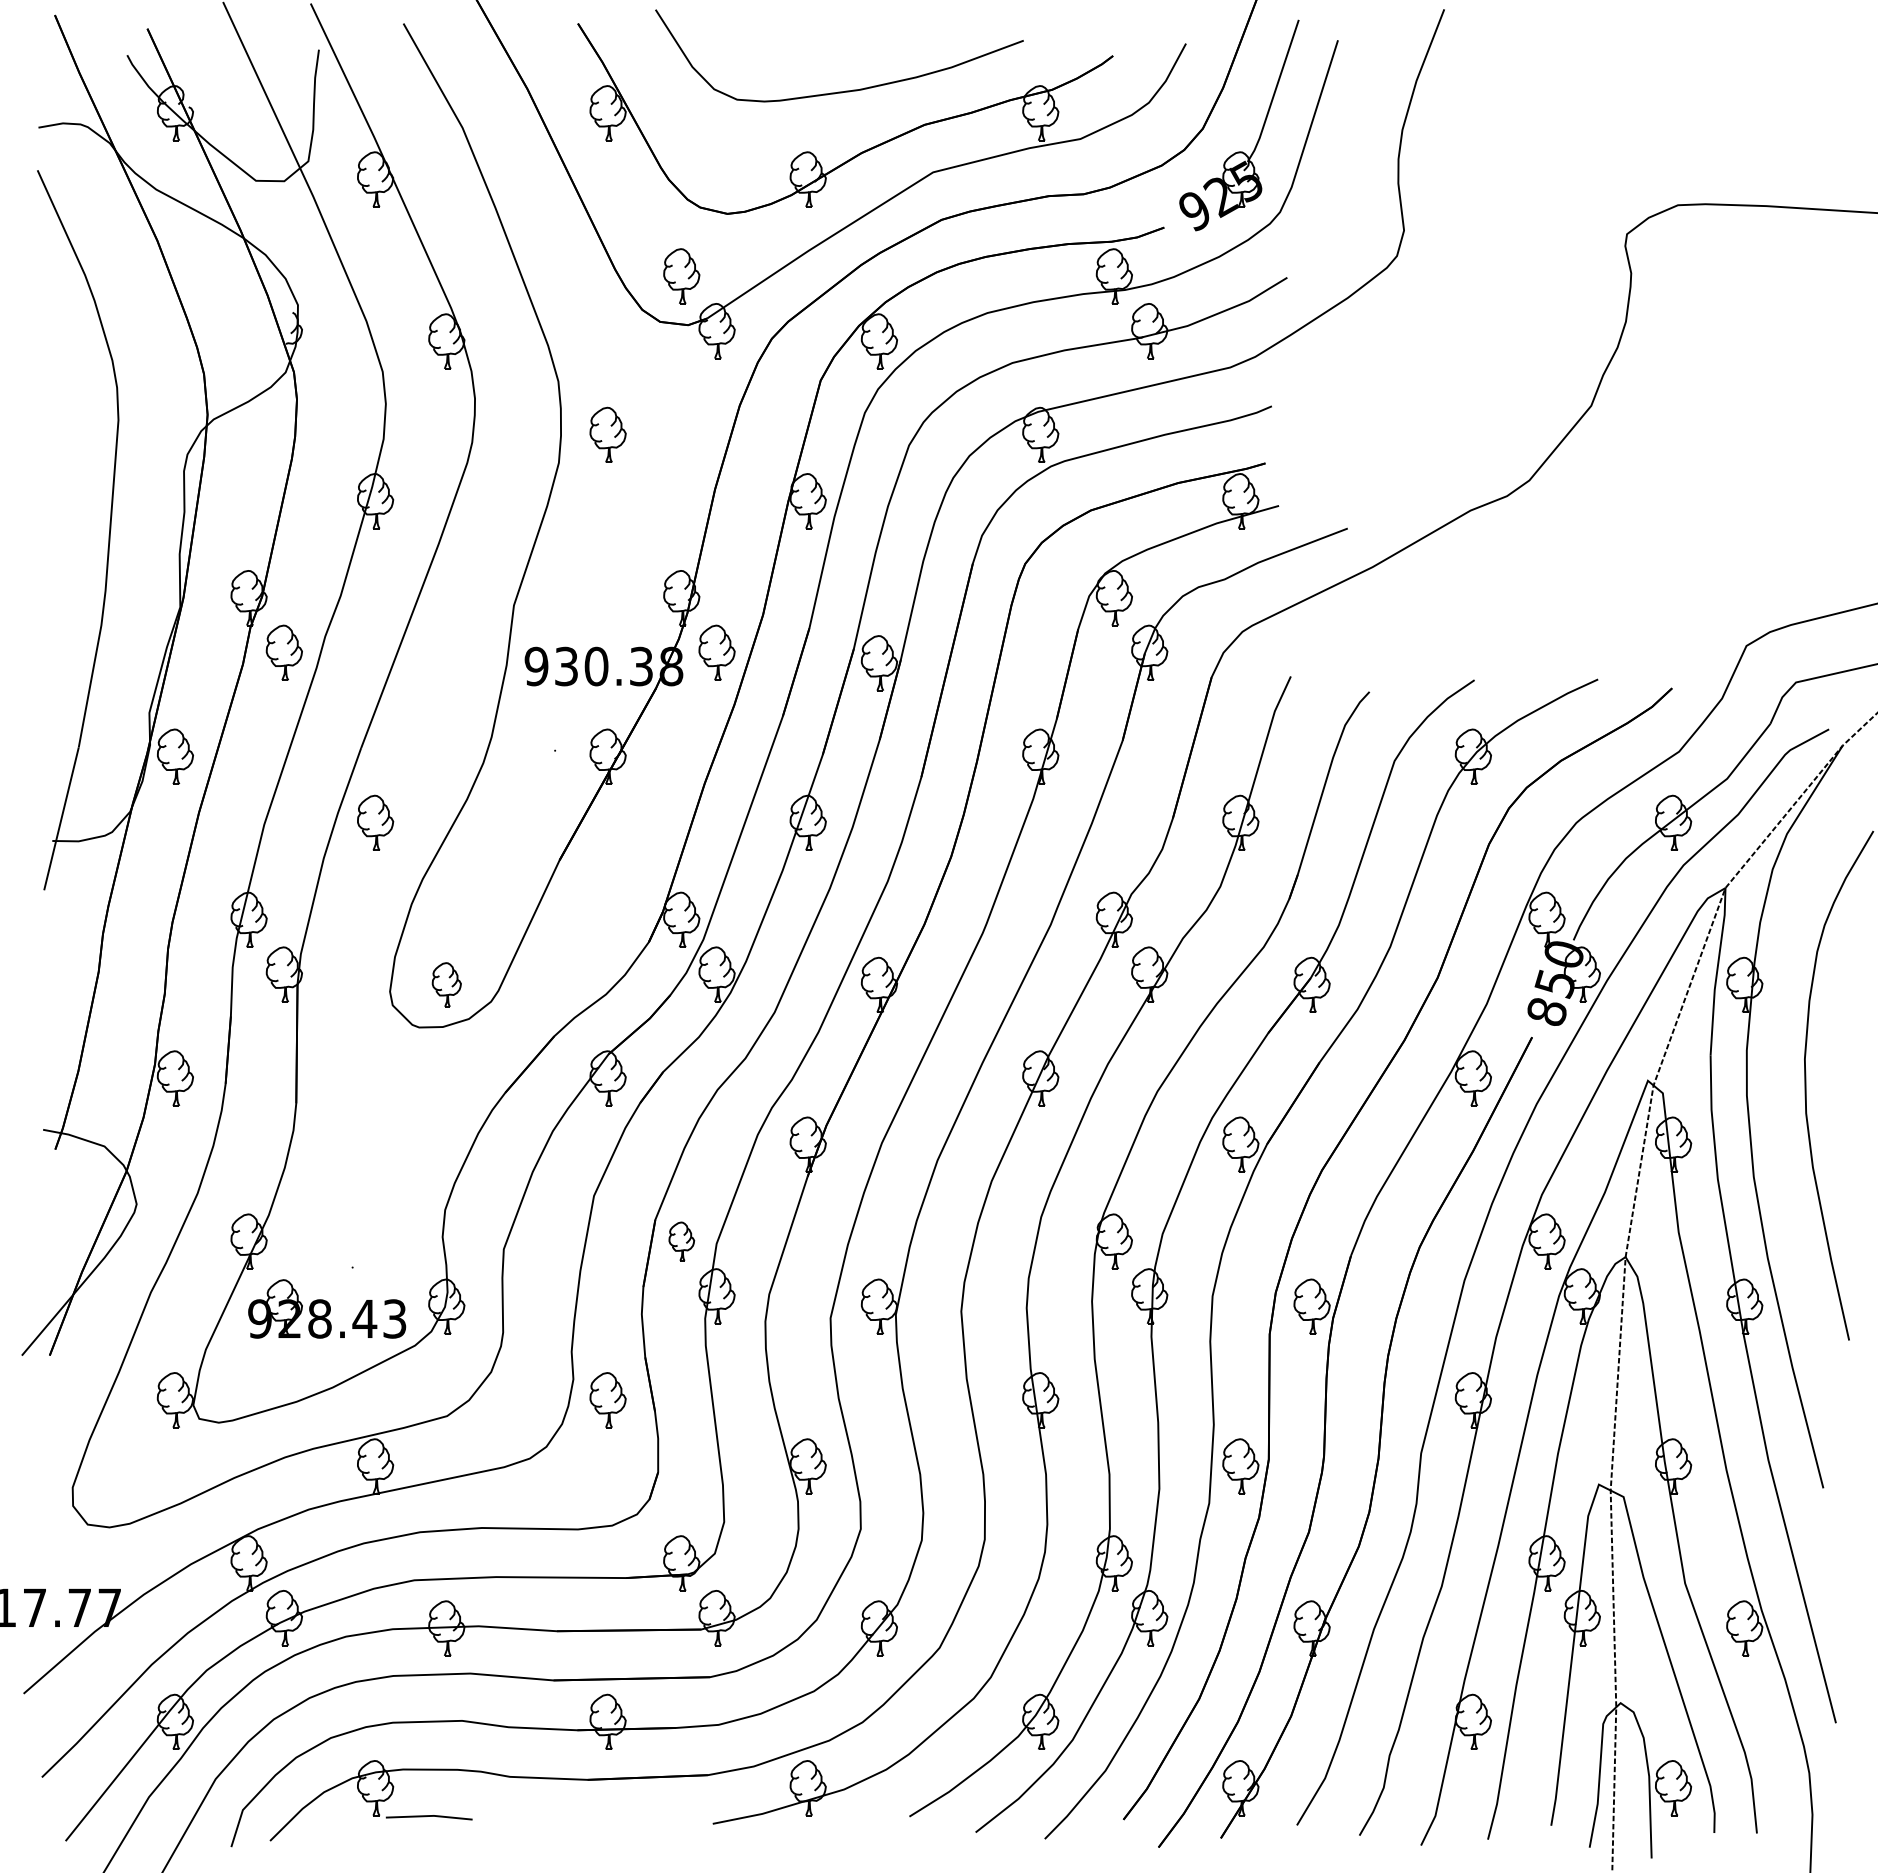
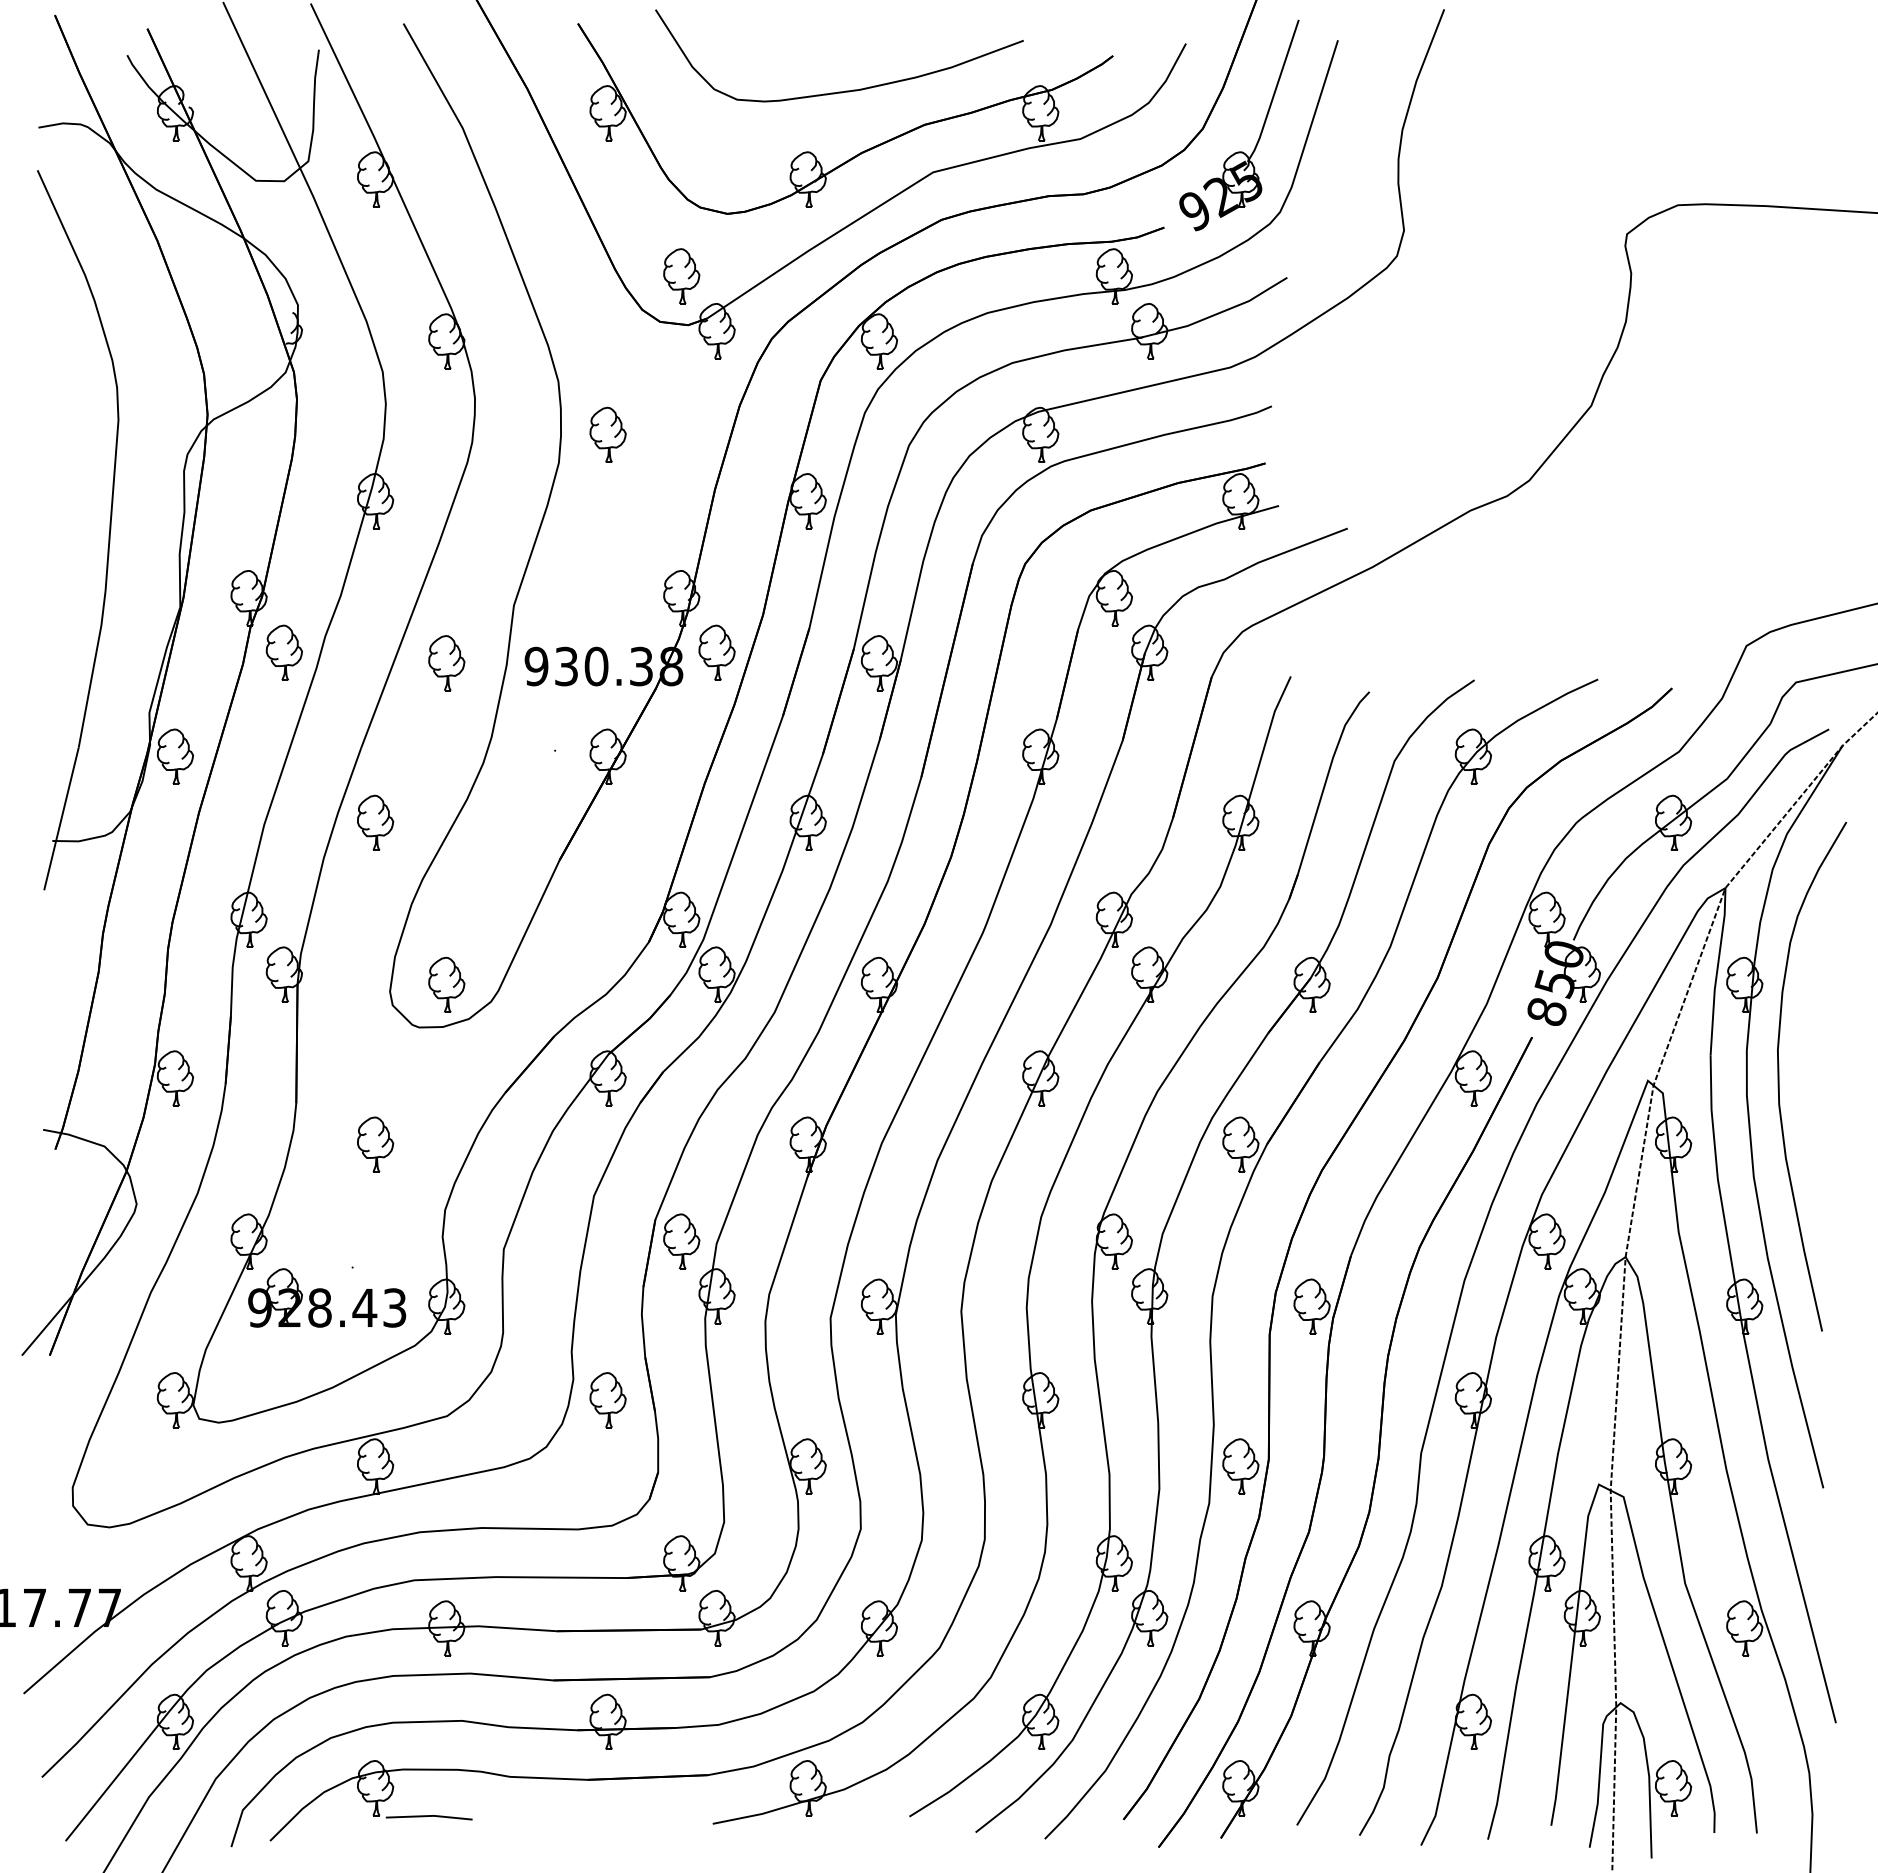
part at (446, 663): none -> present
part at (446, 984) size: 31x46 px -> 38x57 px
curve at (1806, 1085) position: (1806, 1085) -> (1779, 1076)
part at (375, 1144): none -> present
part at (681, 1241) size: 28x41 px -> 38x57 px
part at (327, 1308) position: (327, 1308) -> (327, 1297)
